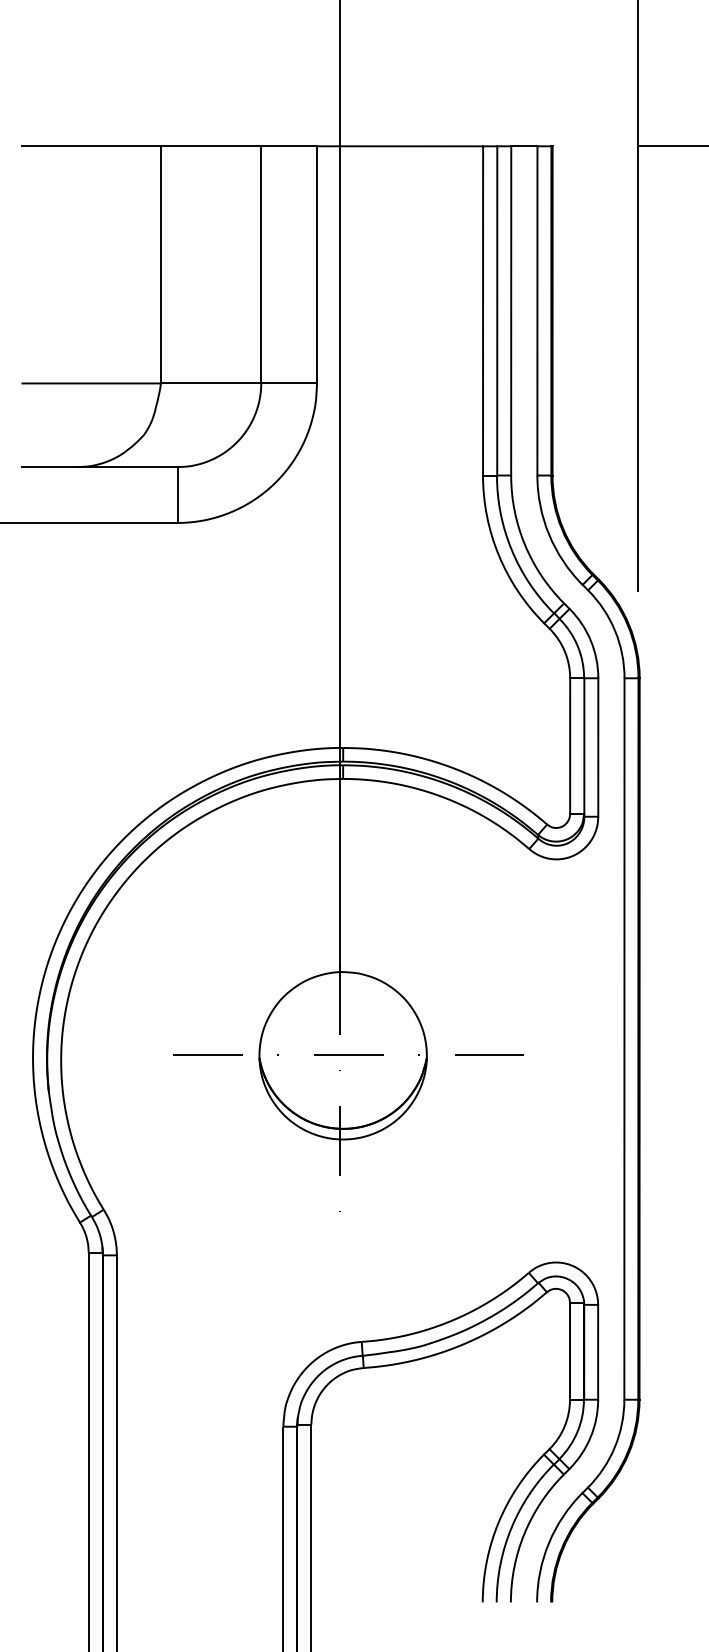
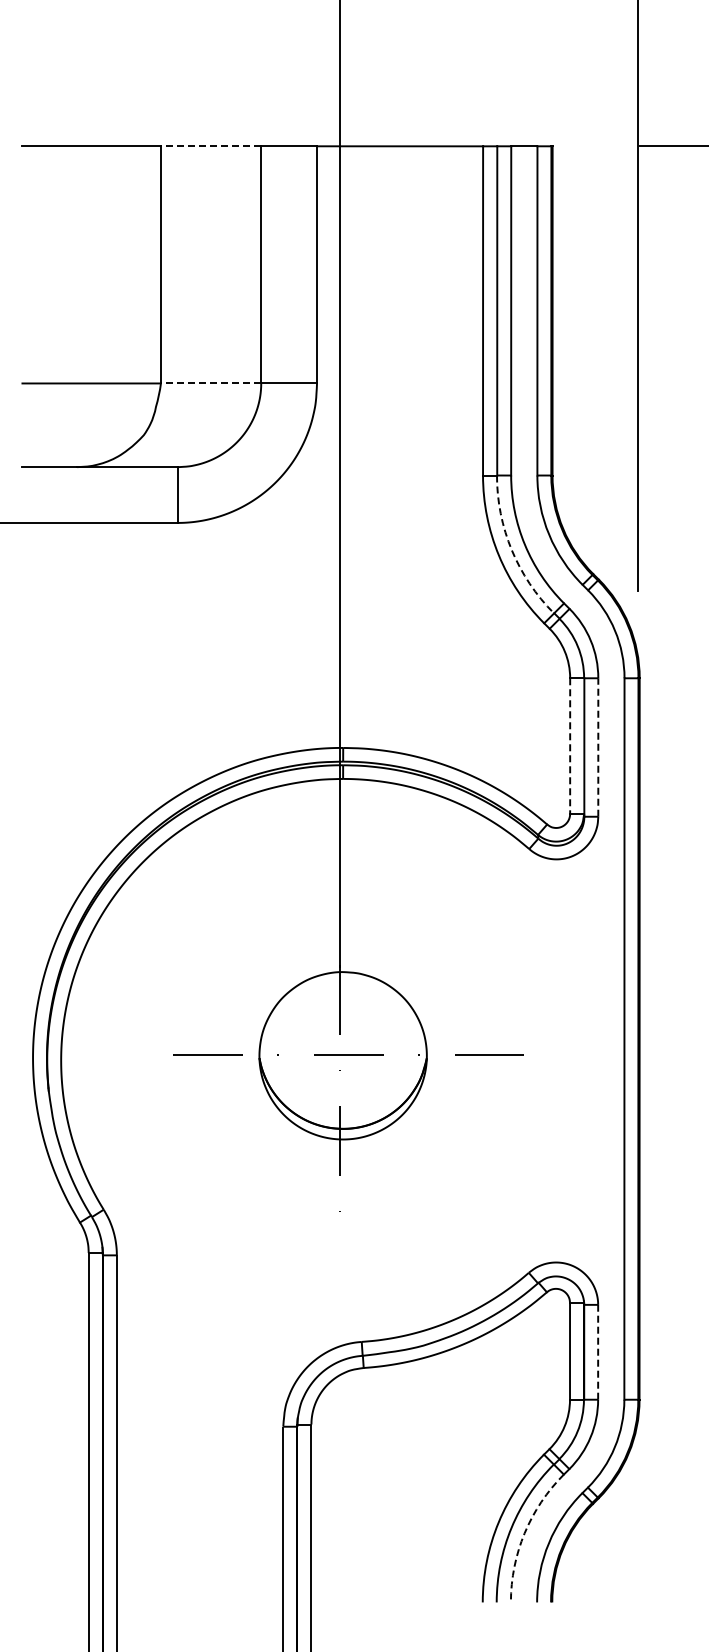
line at (210, 146): solid -> dashed
line at (210, 383): solid -> dashed
arc at (511, 550): solid -> dashed
line at (570, 746): solid -> dashed
line at (598, 747): solid -> dashed
line at (598, 1351): solid -> dashed
arc at (524, 1533): solid -> dashed
